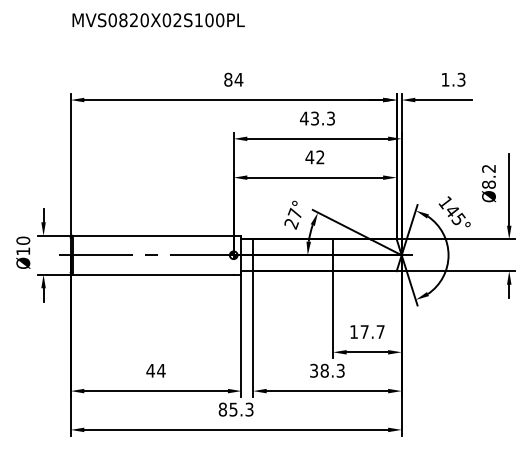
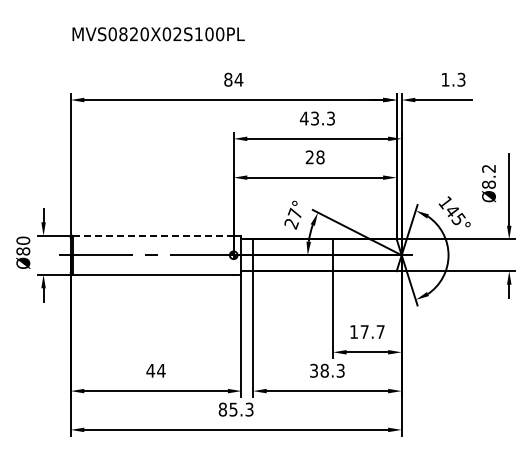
text at (158, 20) position: (158, 20) -> (158, 34)
text at (314, 157): 42 -> 28
line at (153, 235): solid -> dashed
text at (23, 251): Ø10 -> Ø80
